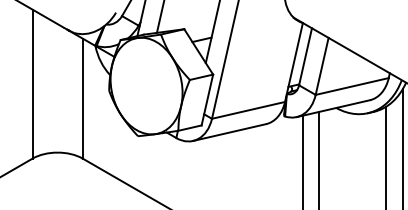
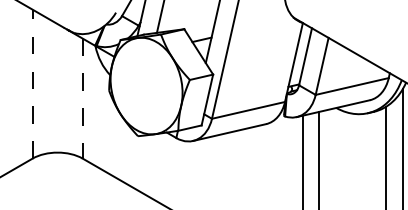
line at (32, 83): solid -> dashed
line at (82, 99): solid -> dashed
